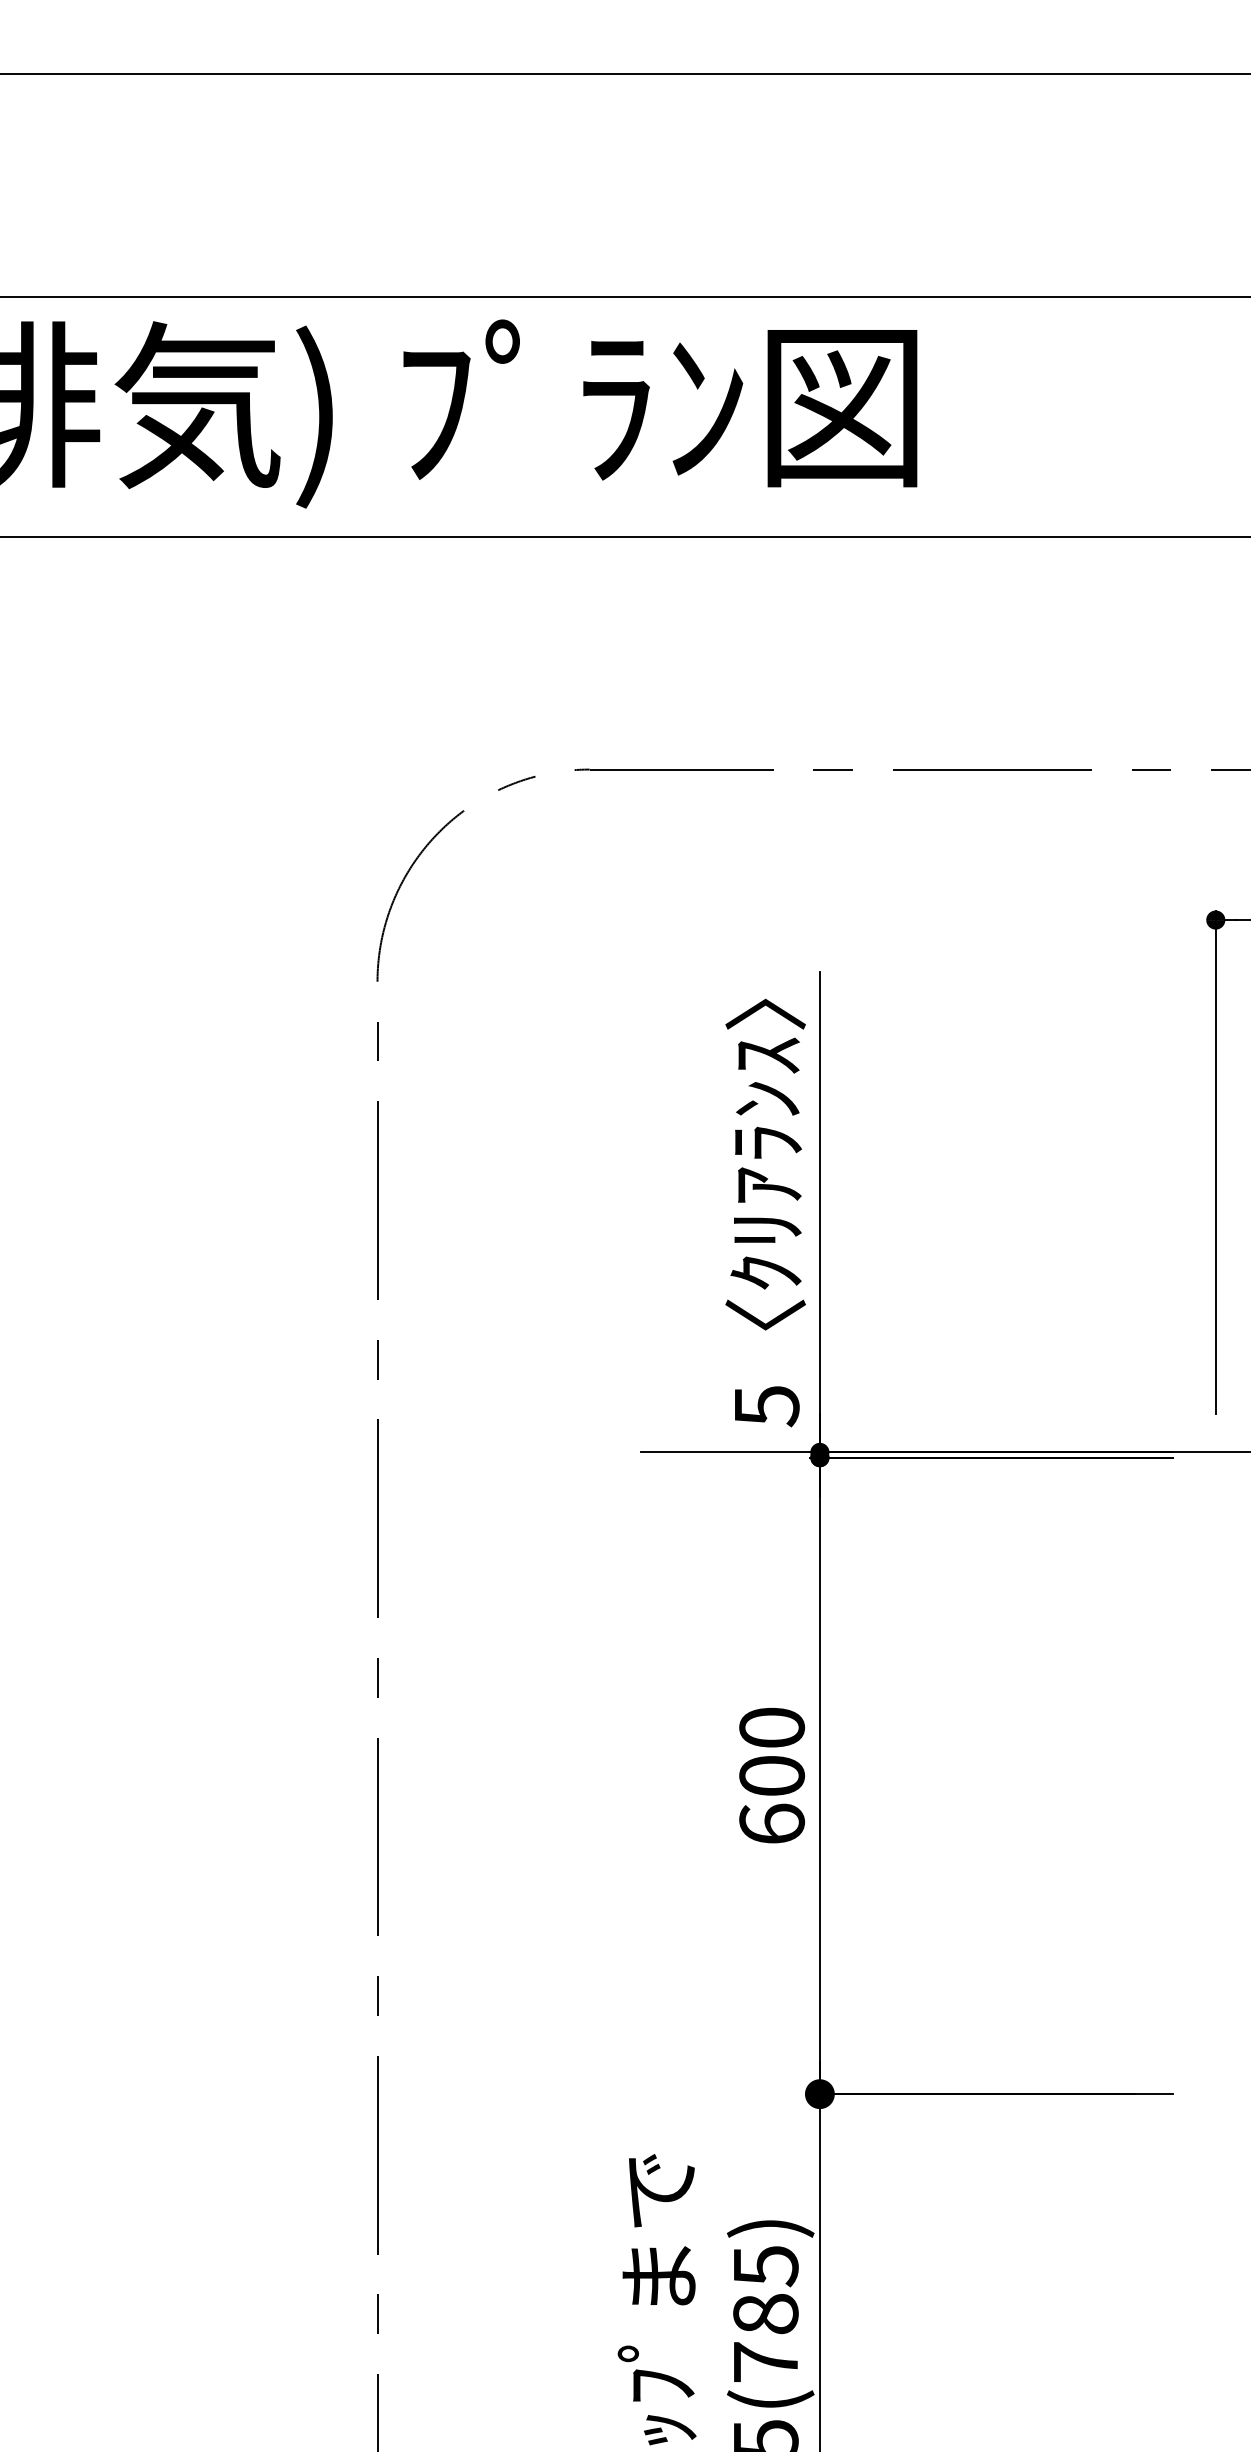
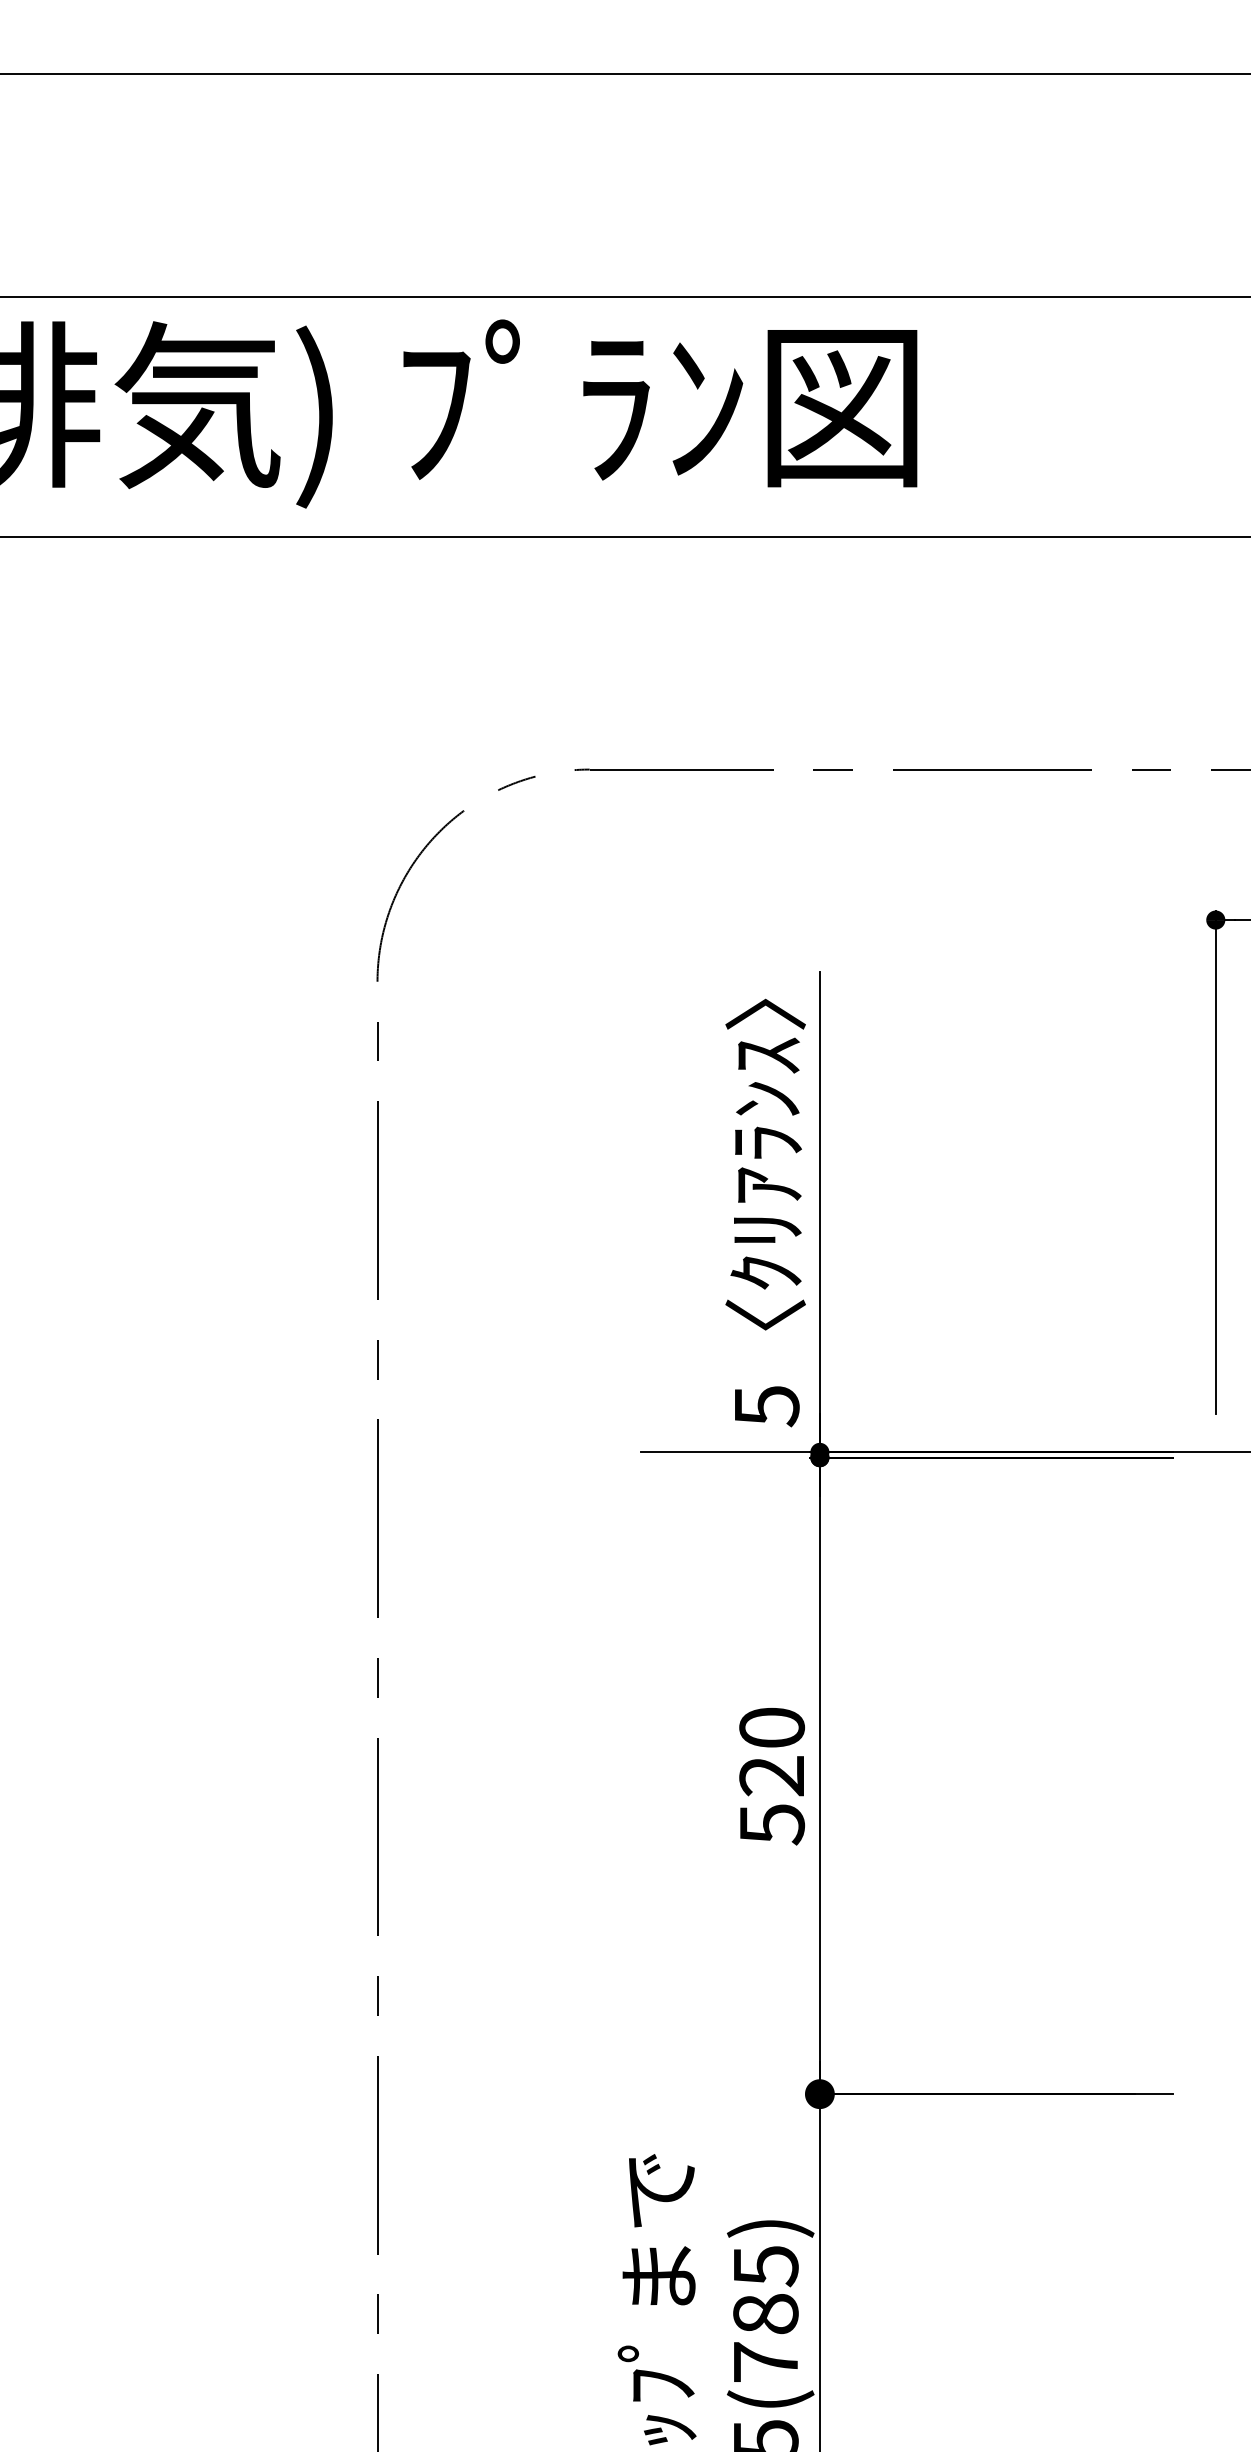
text at (772, 1800): 600 -> 520
